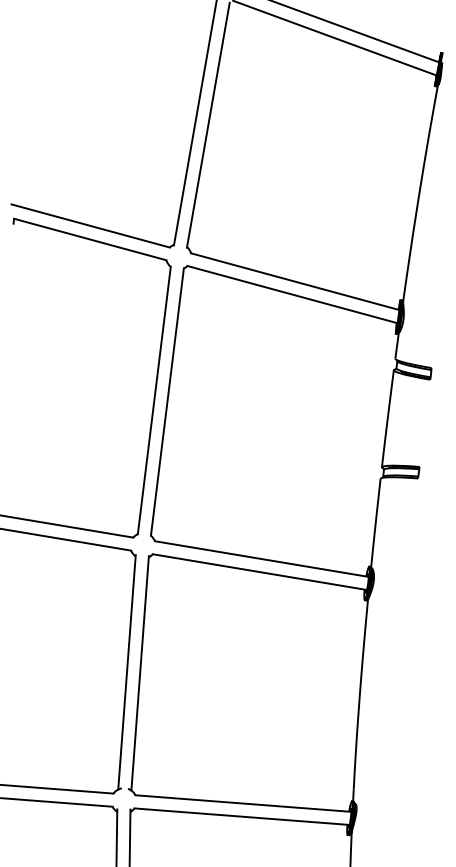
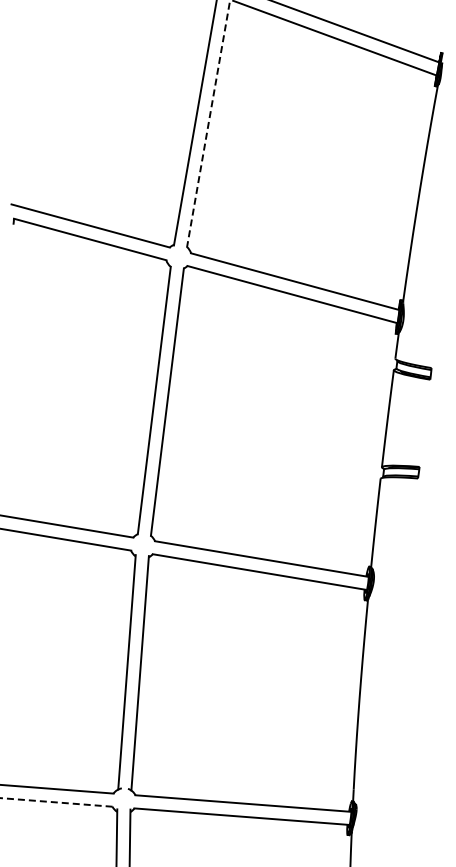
line at (208, 125): solid -> dashed
line at (56, 802): solid -> dashed
